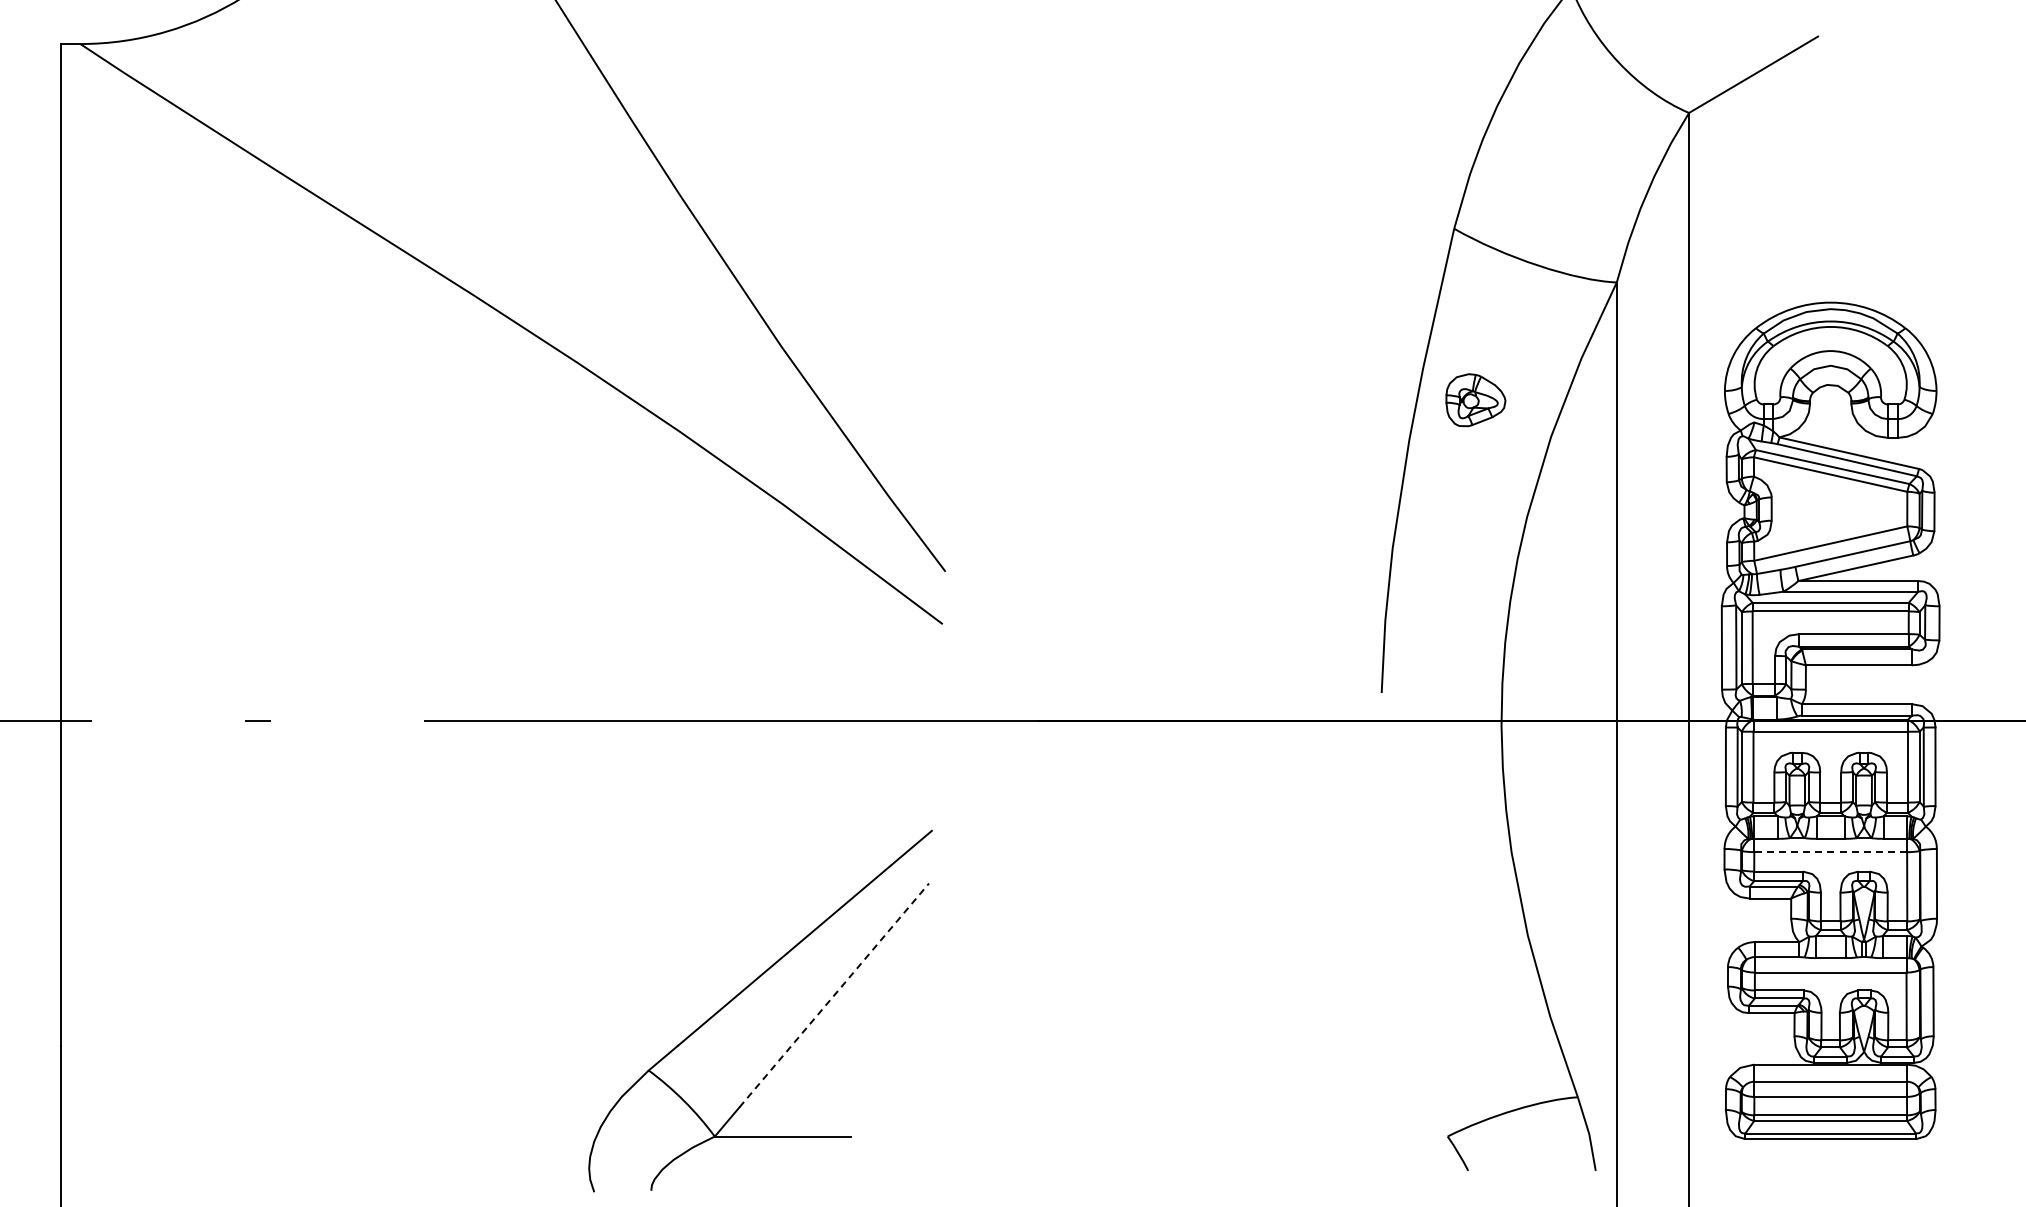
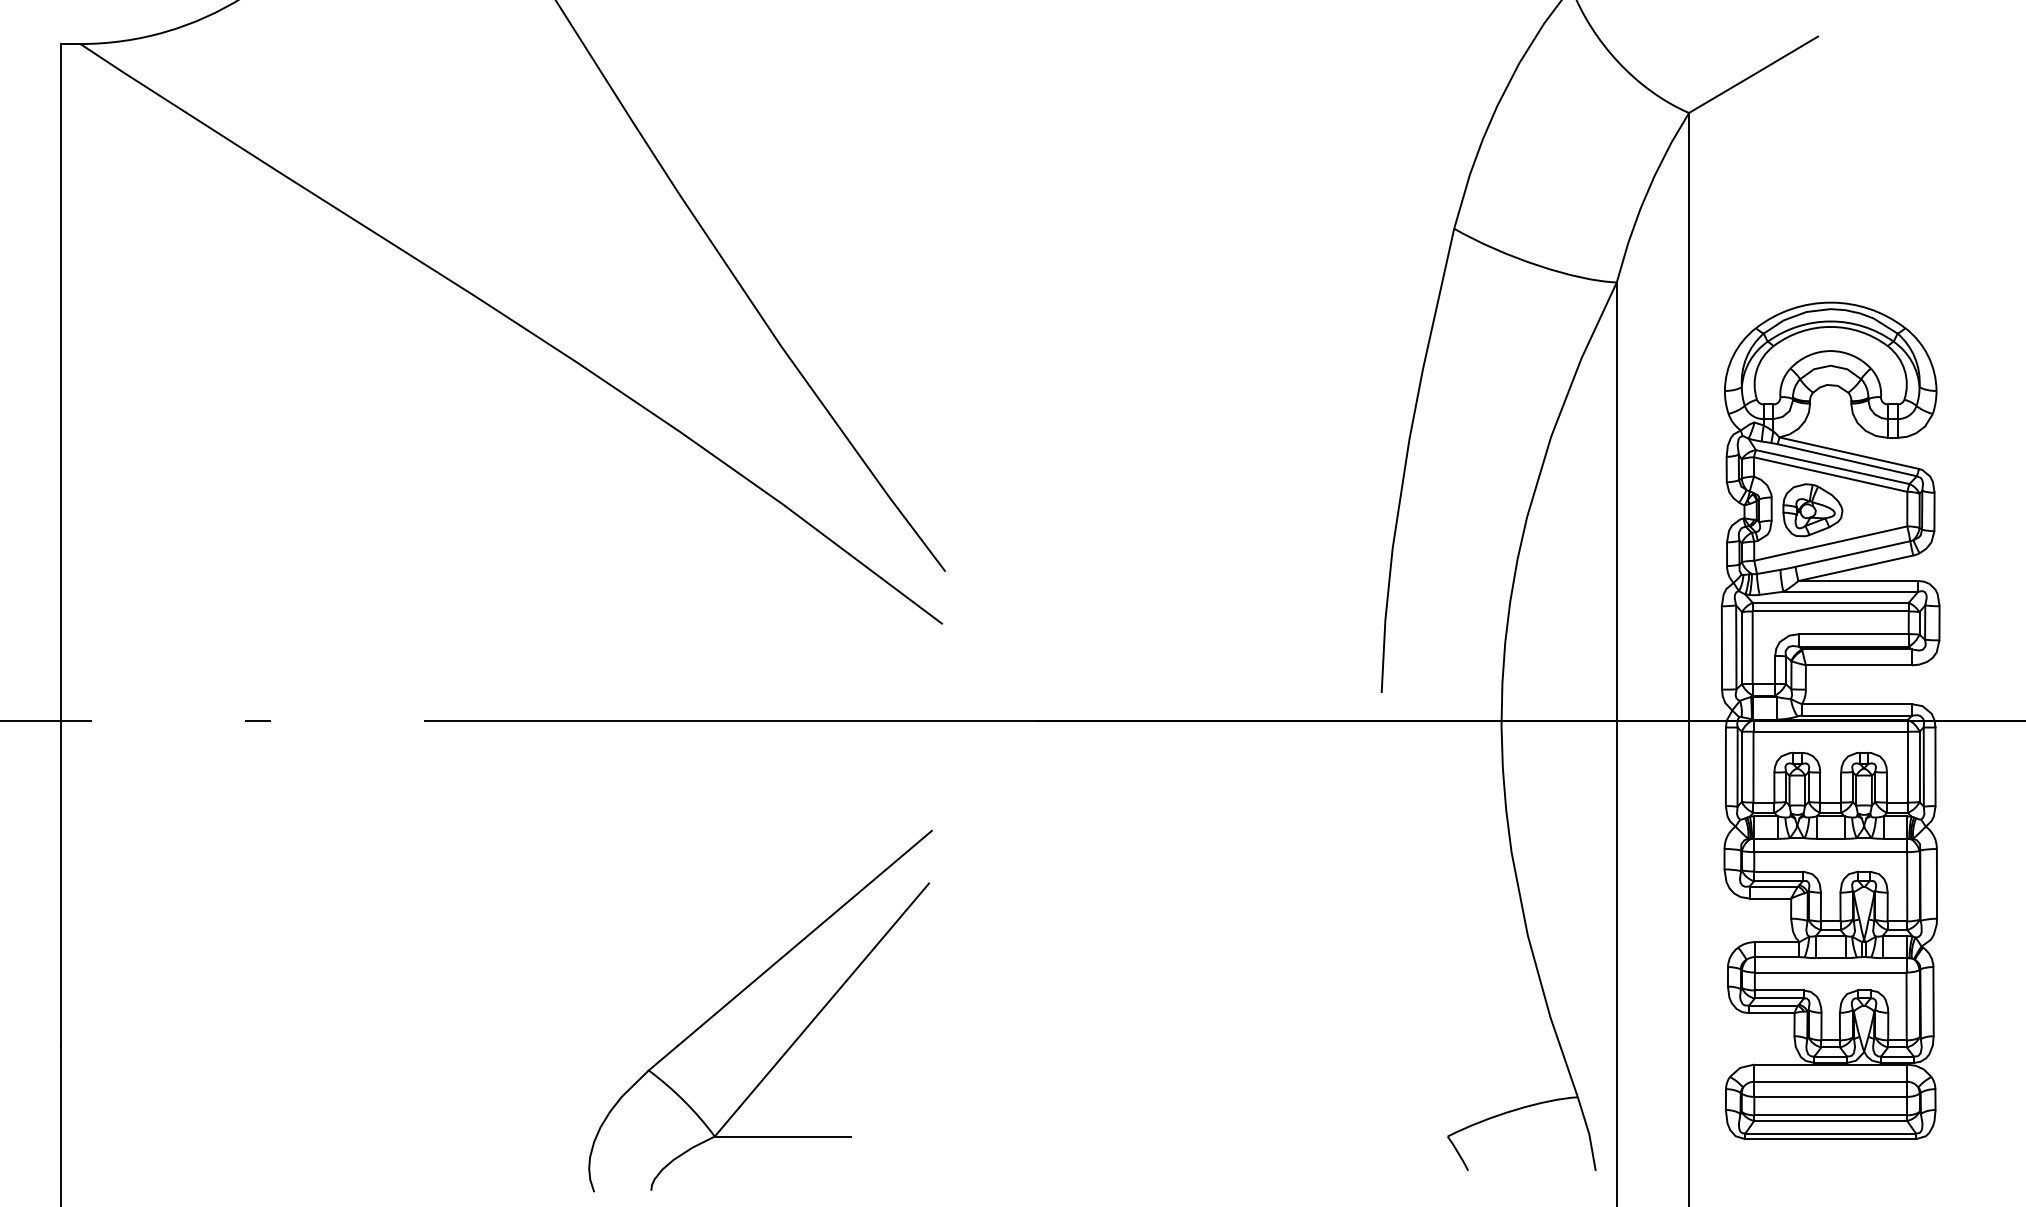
part at (1475, 400) position: (1475, 400) -> (1812, 510)
line at (1830, 852): dashed -> solid
line at (834, 995): dashed -> solid
